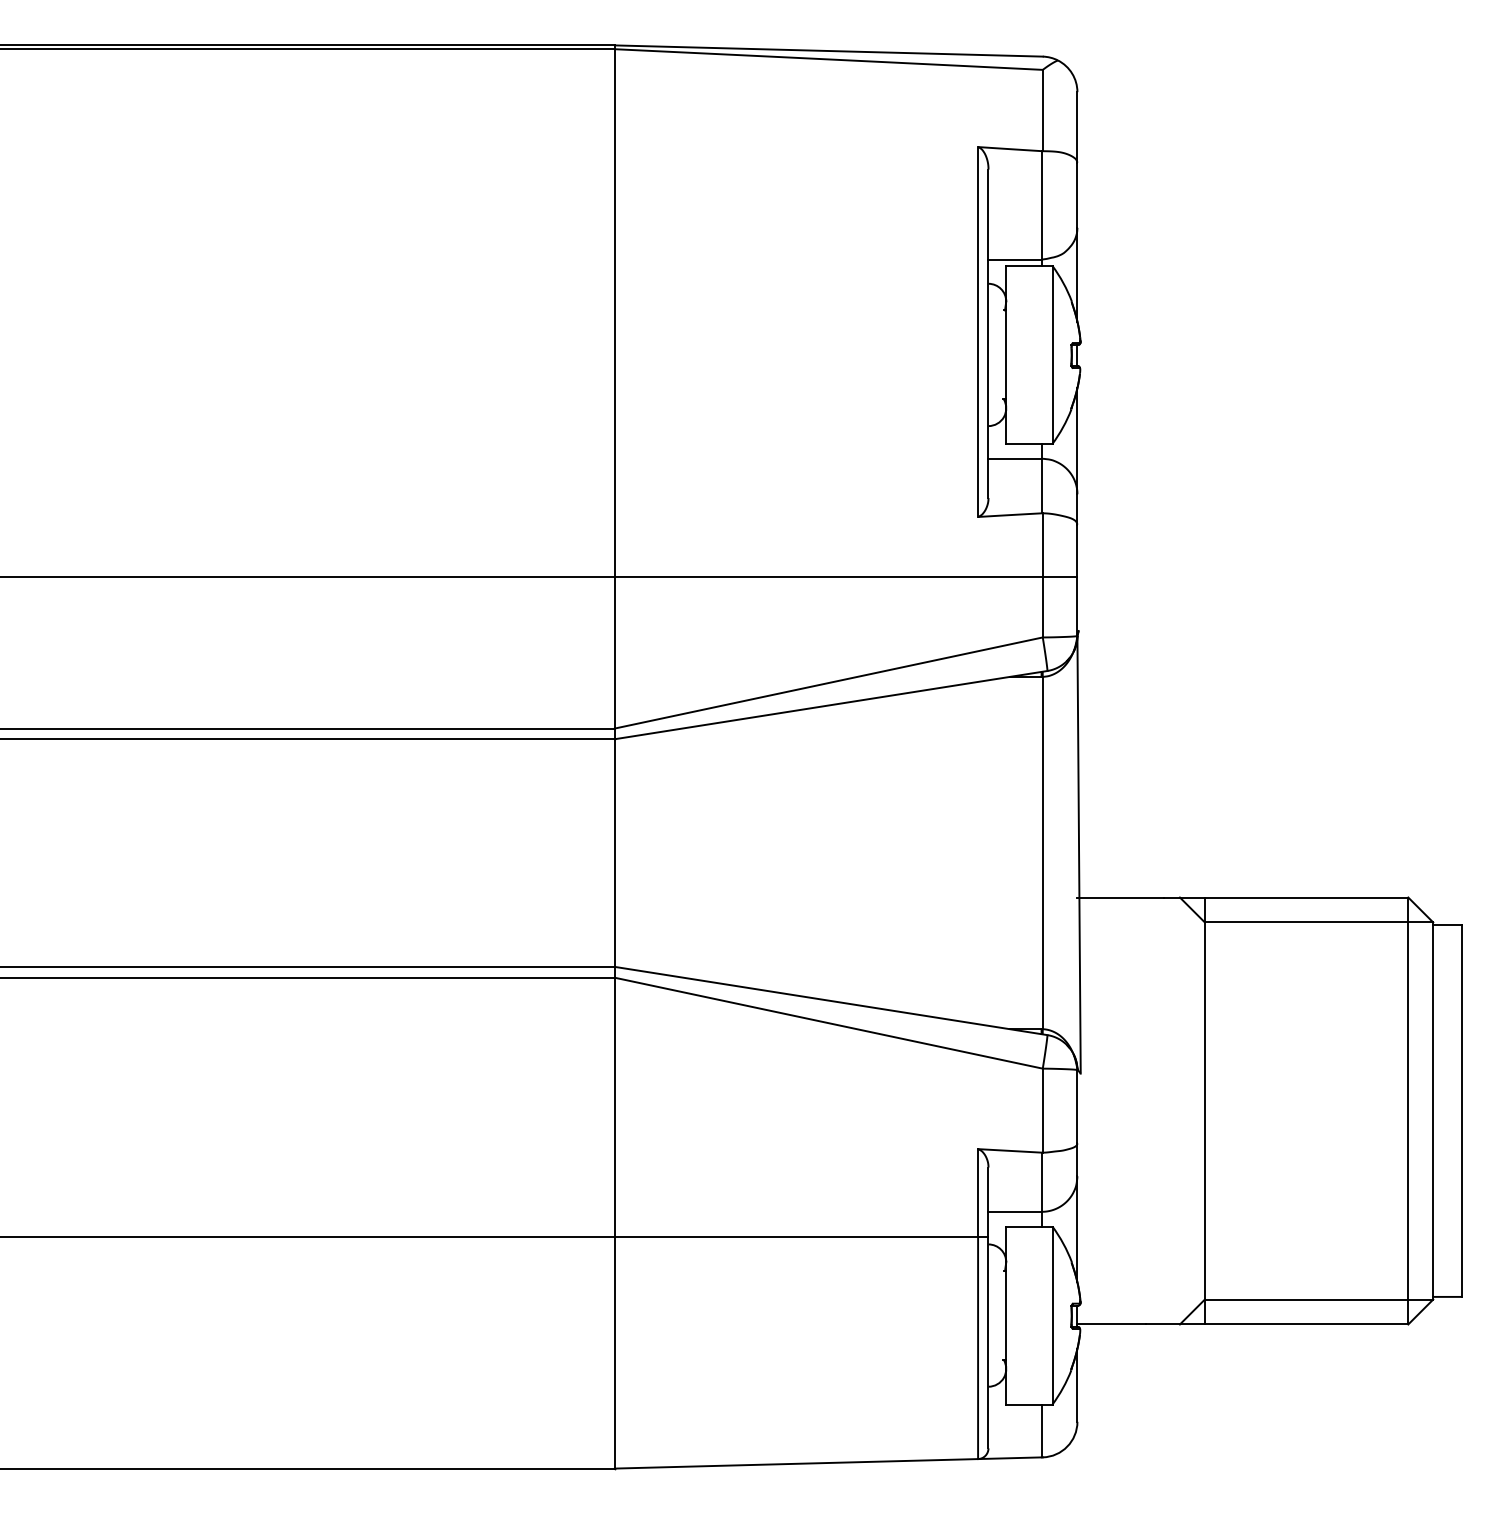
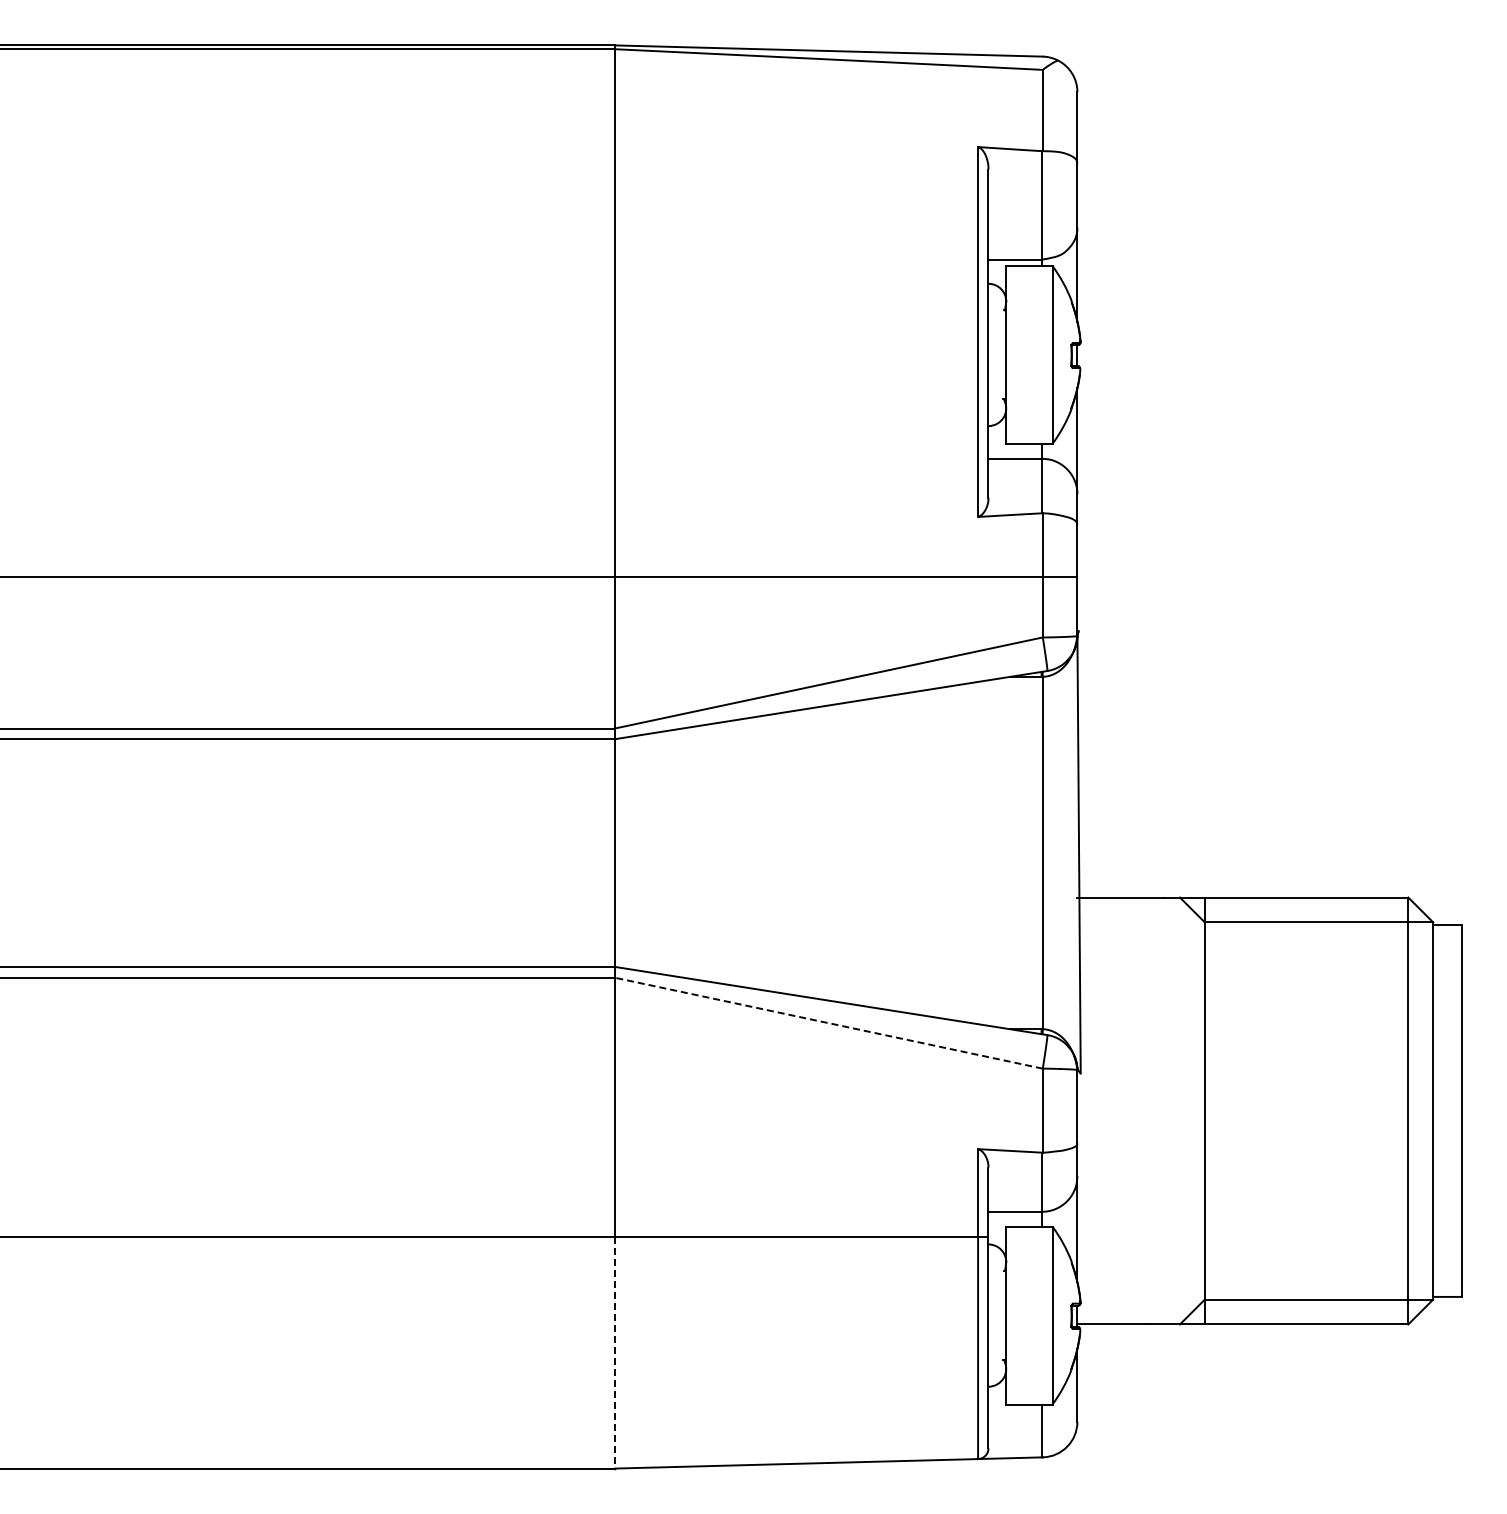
line at (828, 1023): solid -> dashed
line at (614, 1352): solid -> dashed
